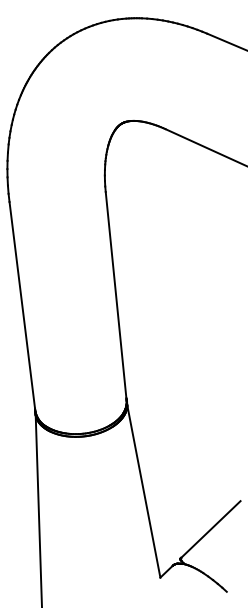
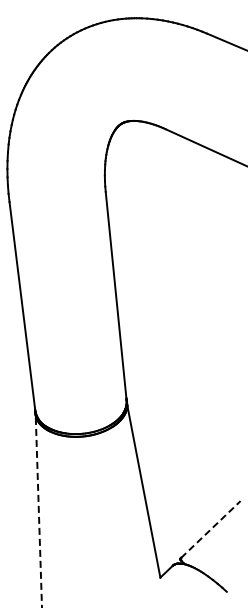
line at (38, 511): solid -> dashed
line at (211, 529): solid -> dashed
